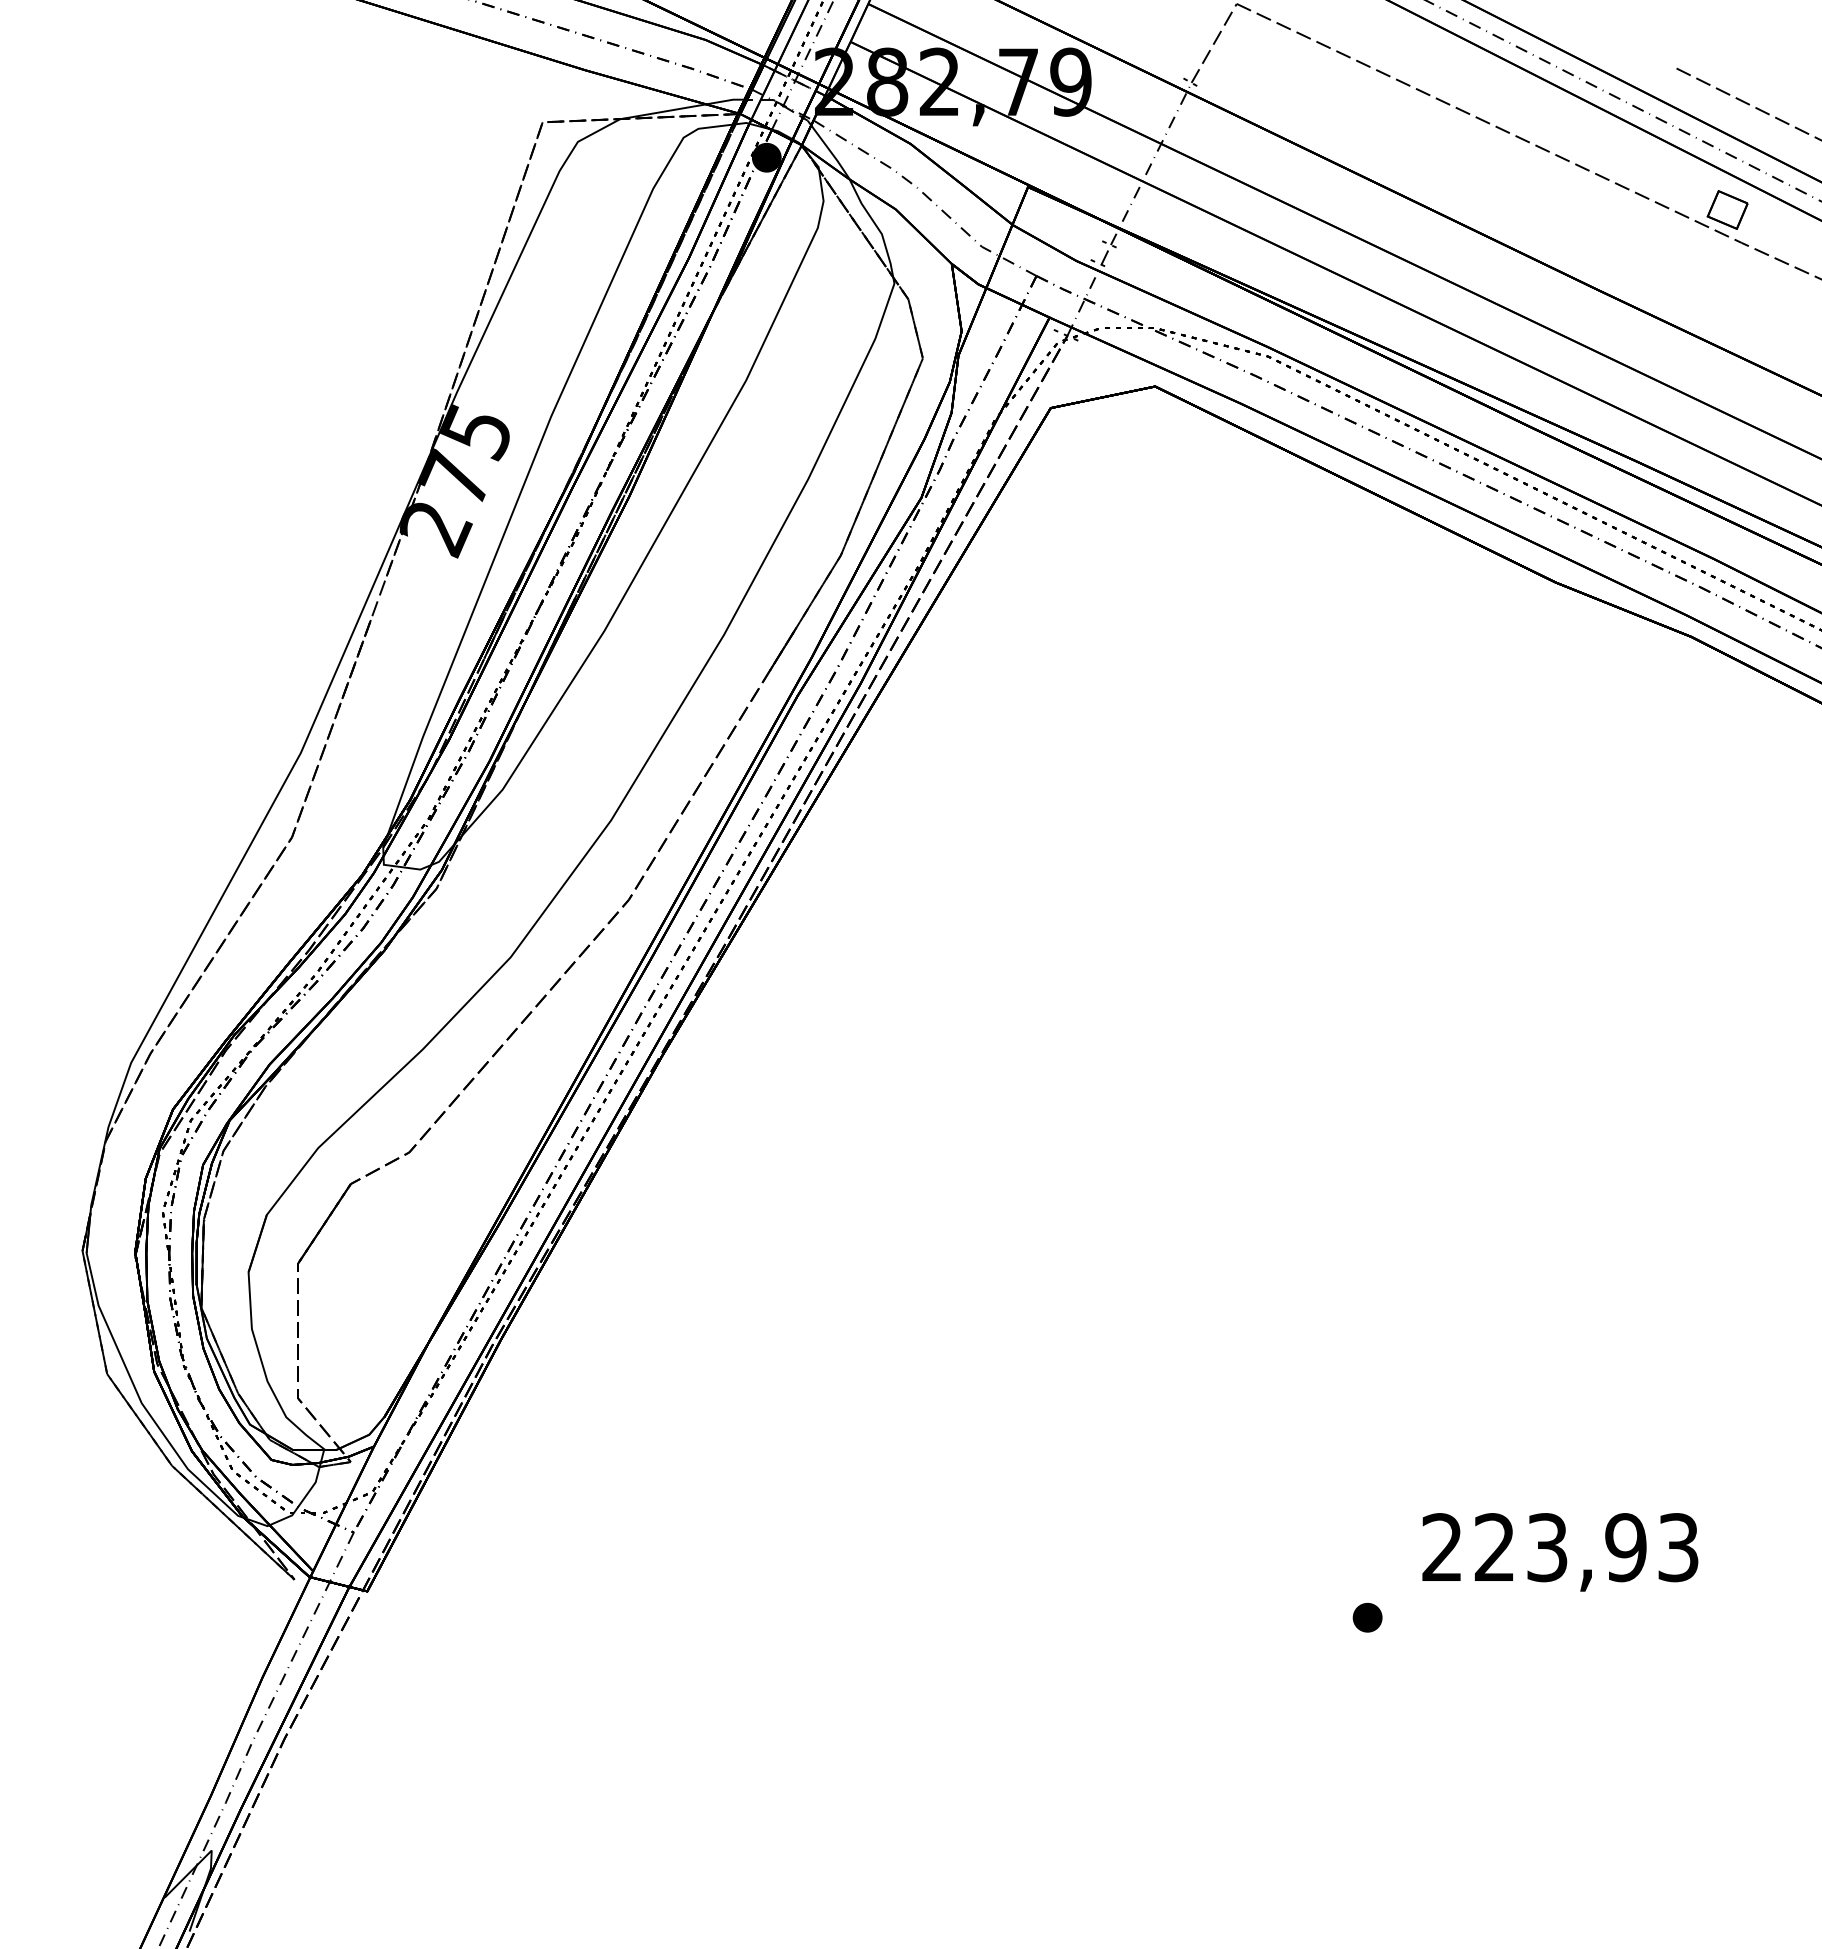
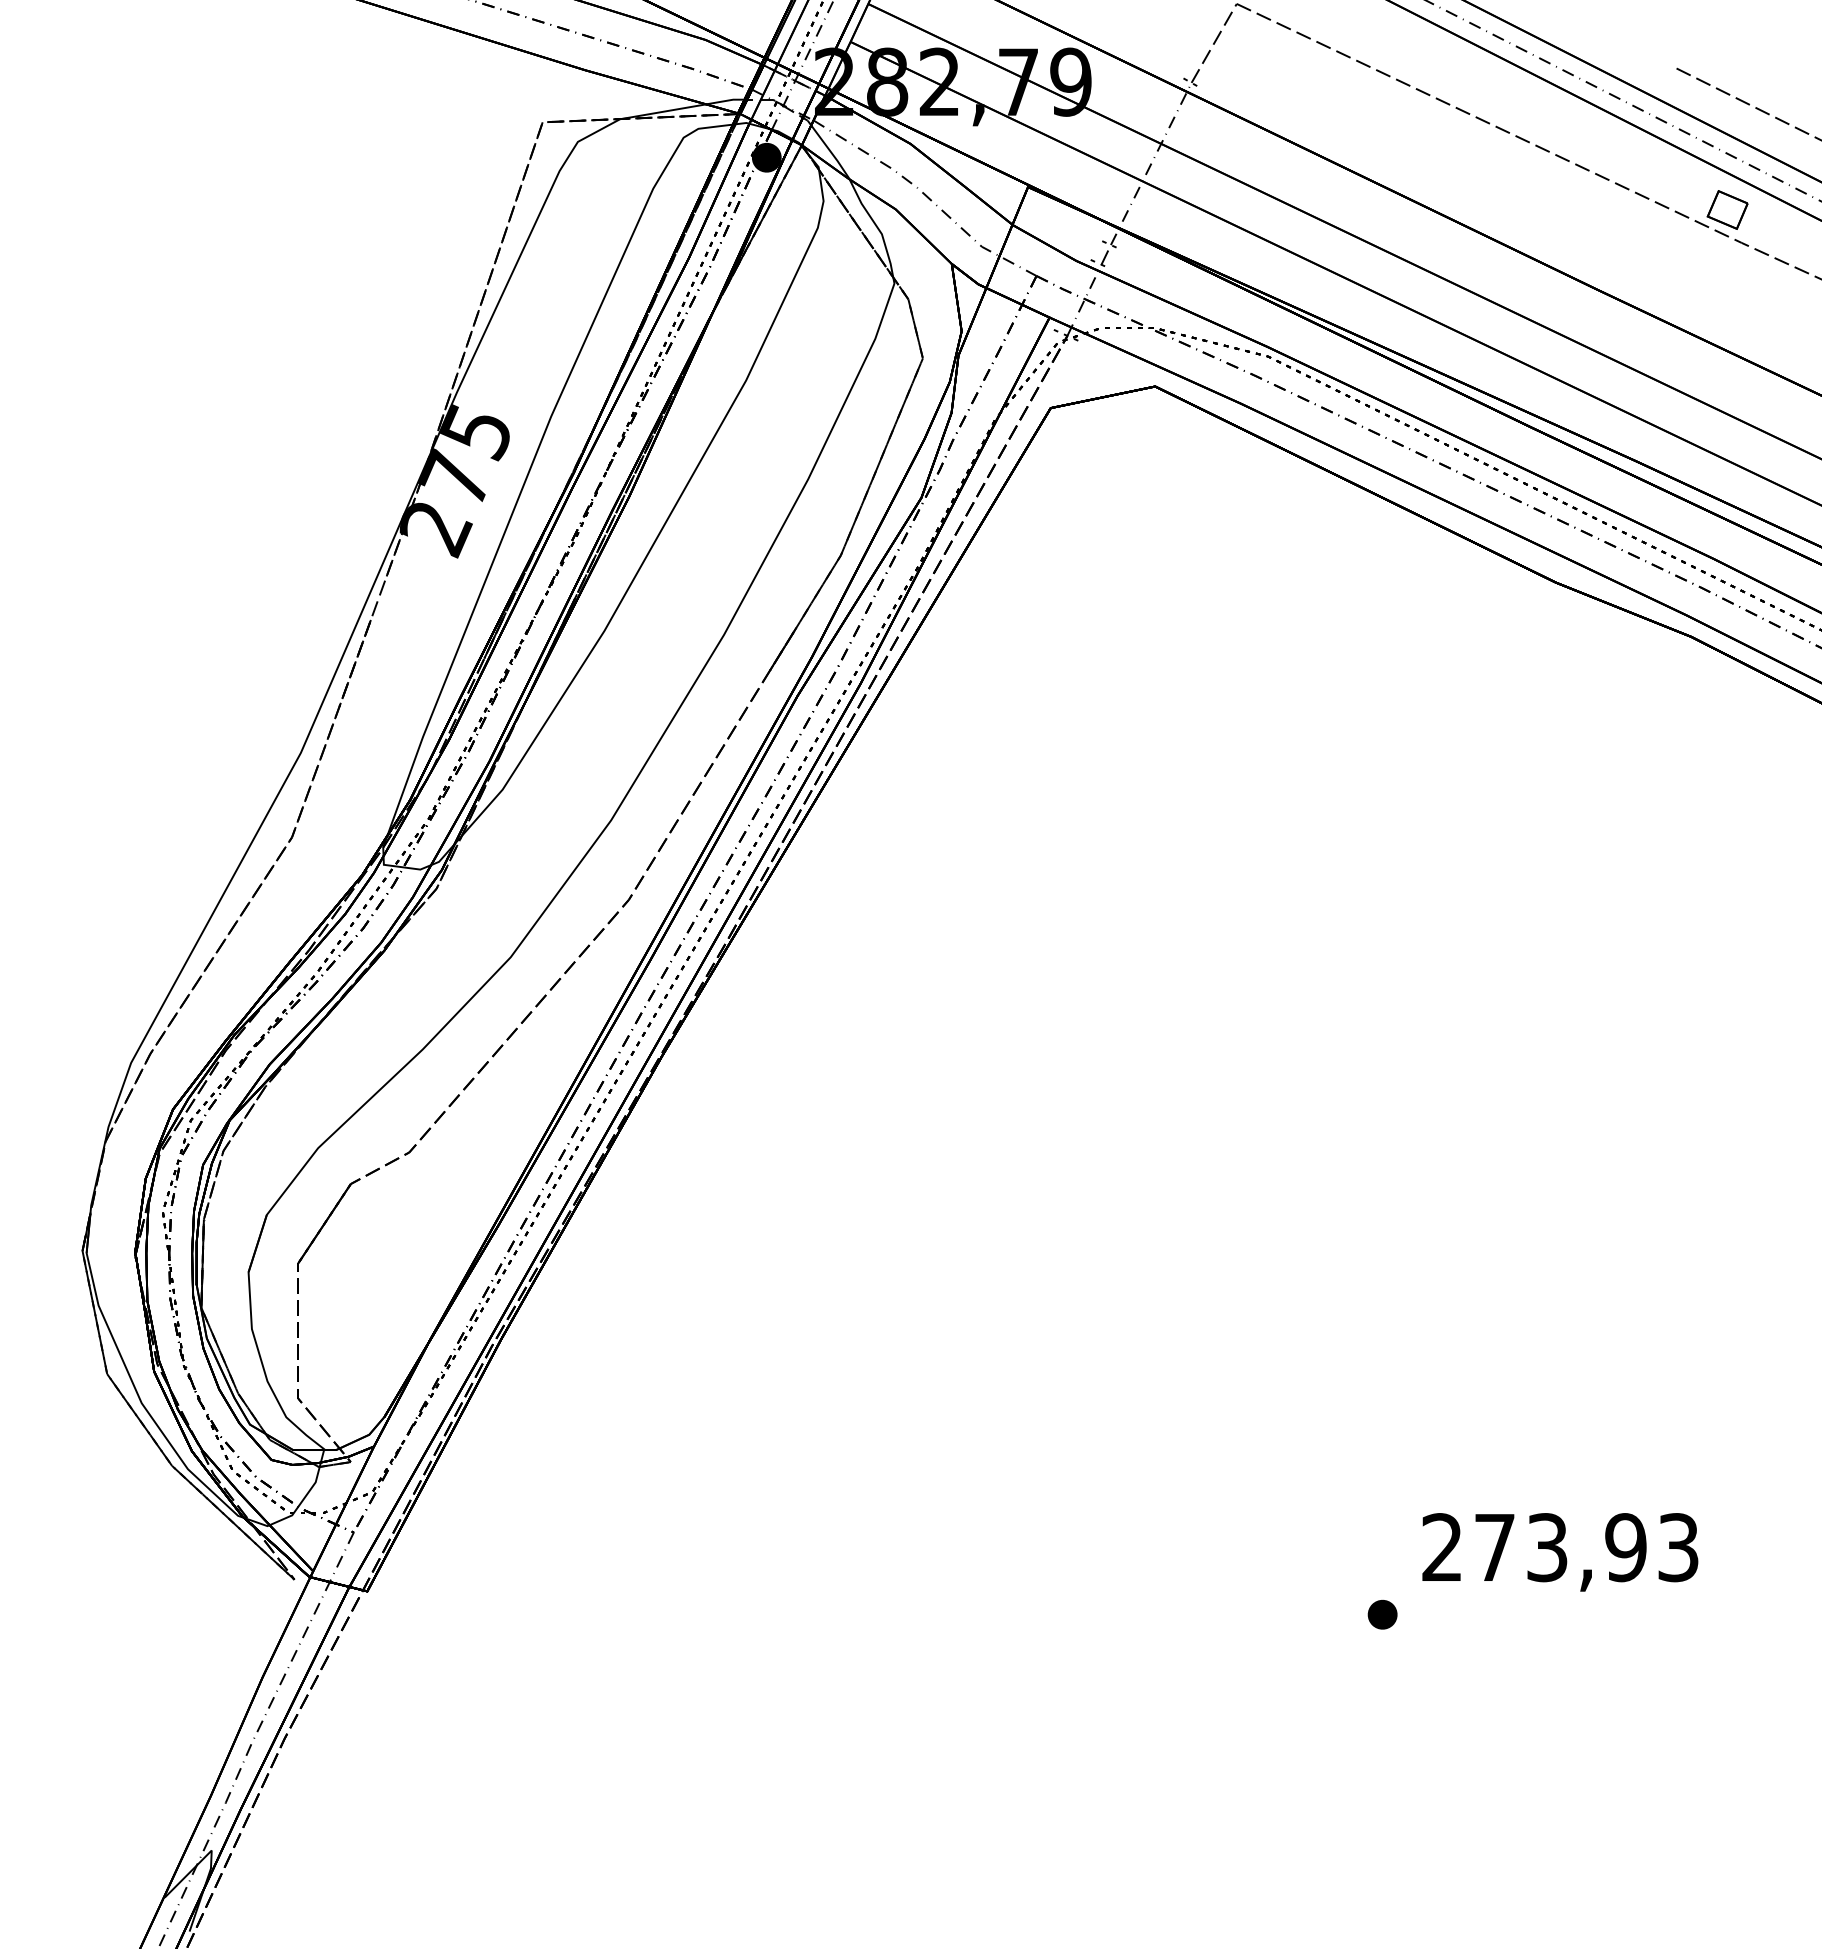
text at (1494, 1546): 223,93 -> 273,93
part at (1367, 1617) position: (1367, 1617) -> (1382, 1614)
